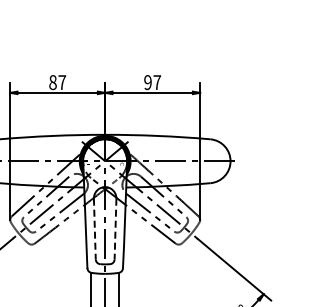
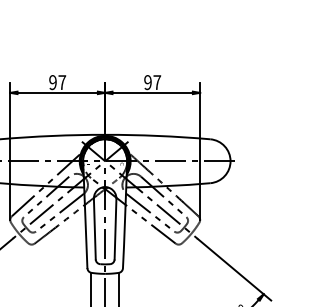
text at (52, 82): 87 -> 97
line at (94, 229): dashed -> solid
line at (115, 229): dashed -> solid
